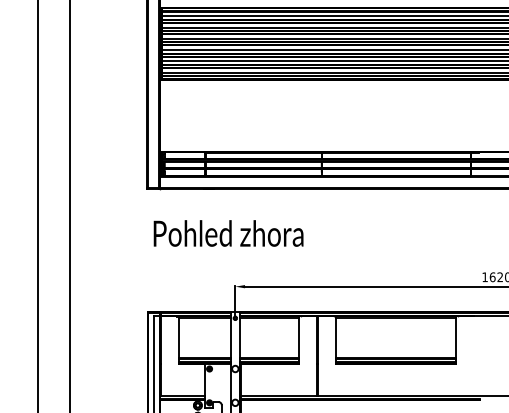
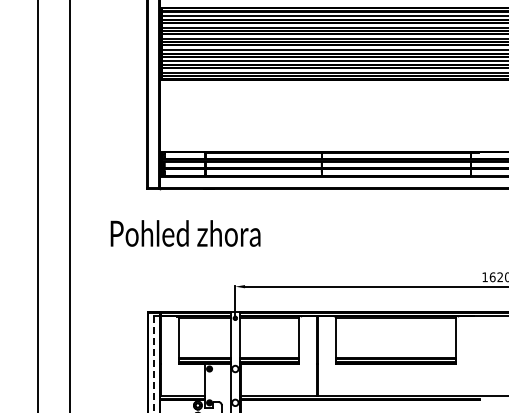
text at (228, 233) position: (228, 233) -> (185, 233)
line at (153, 364): solid -> dashed
